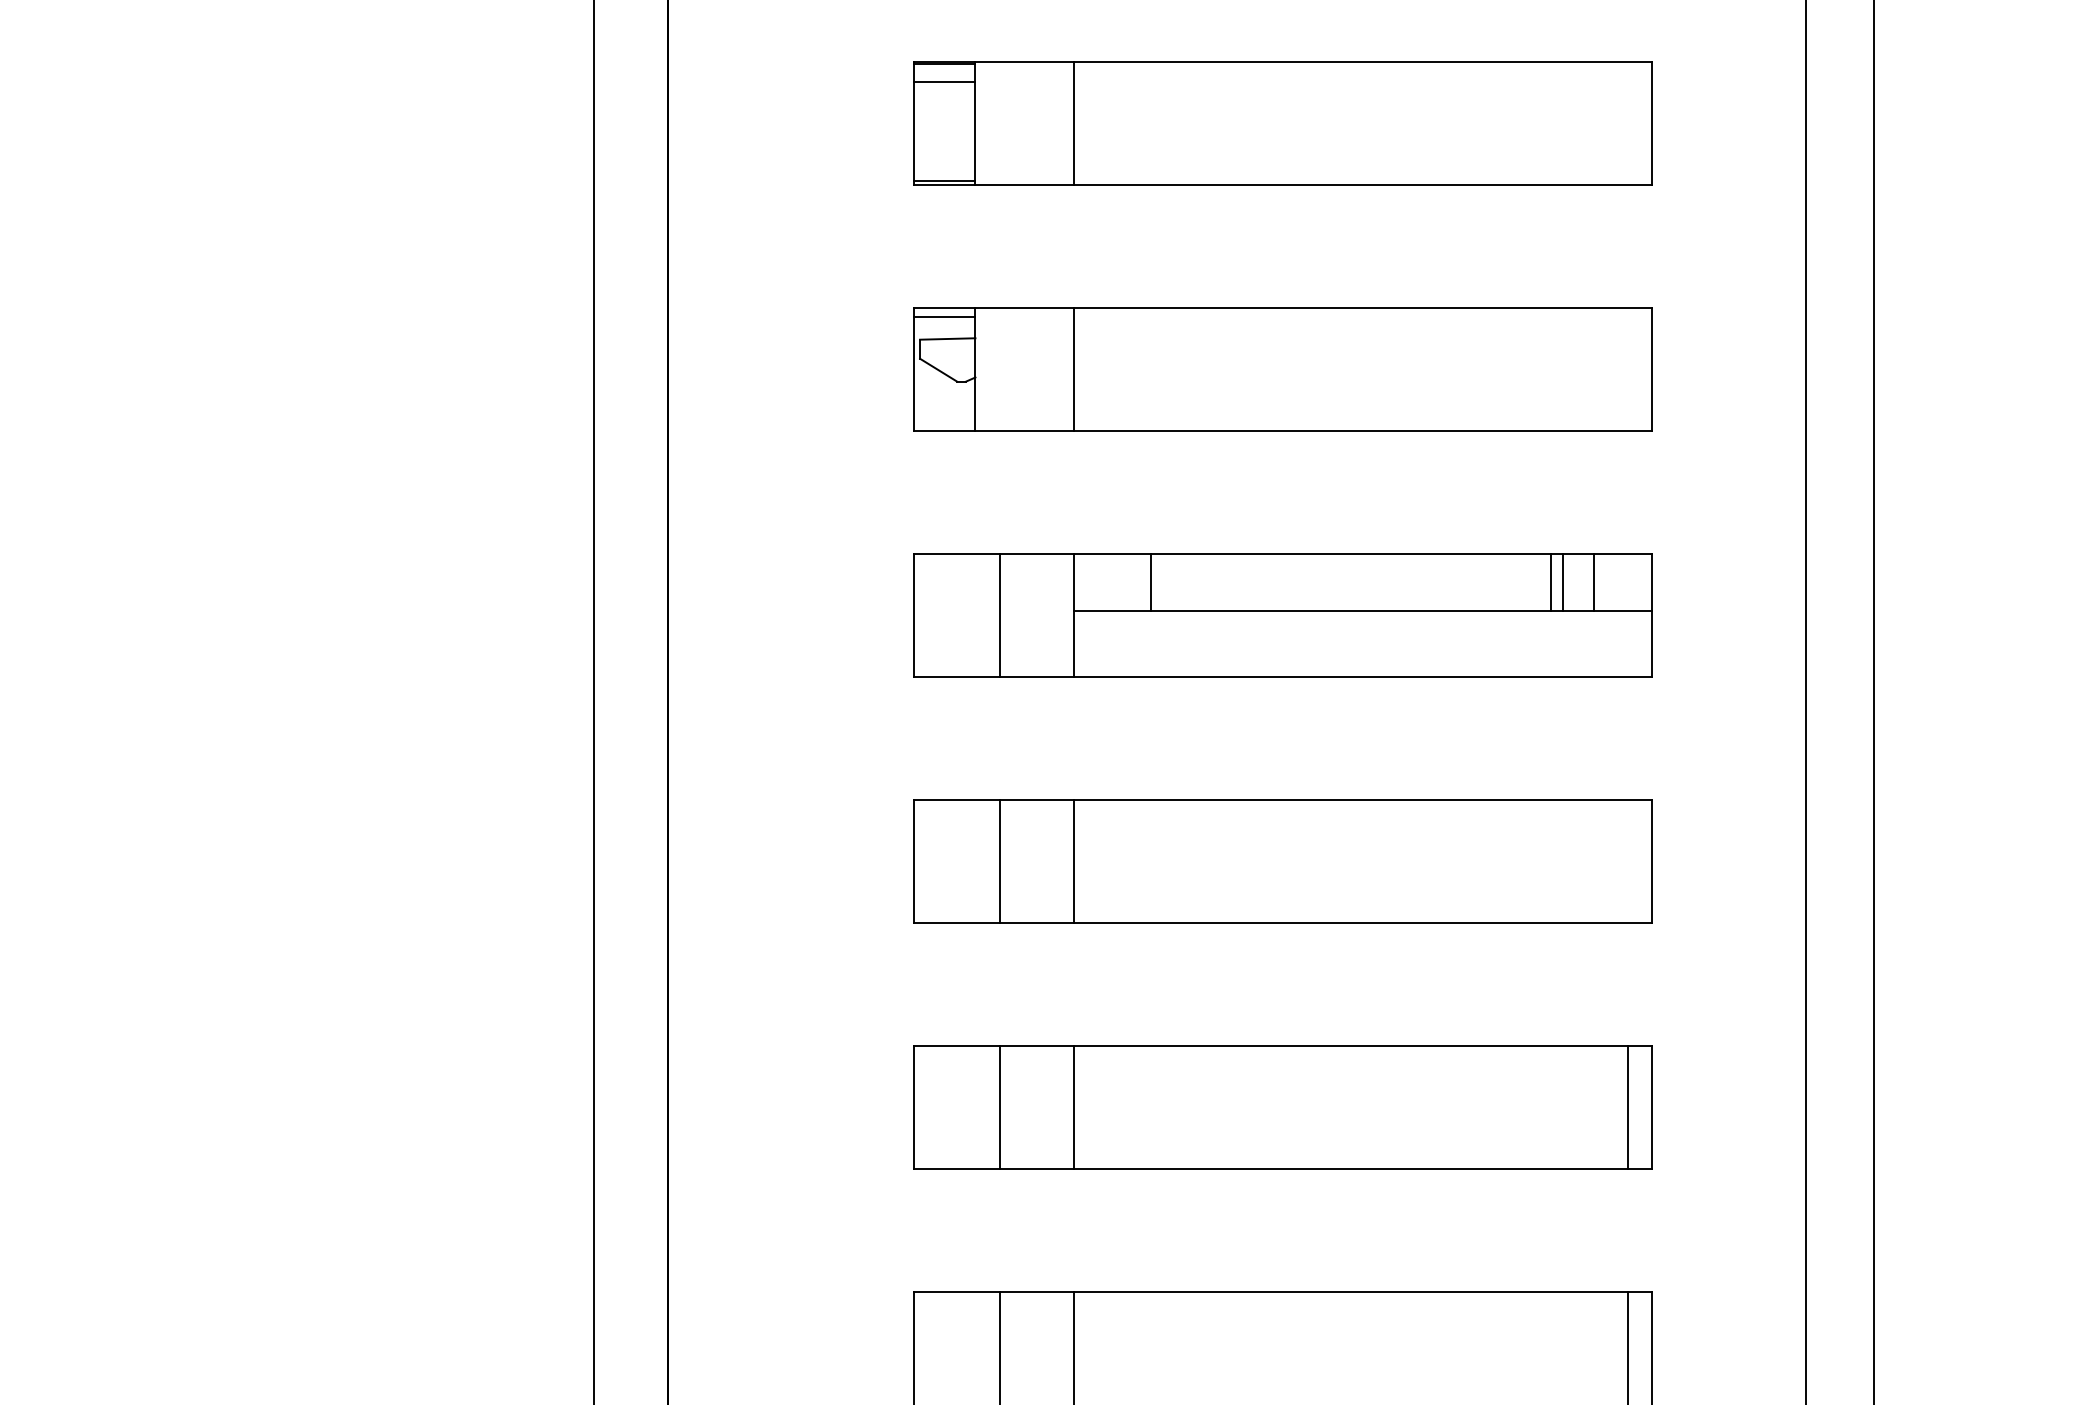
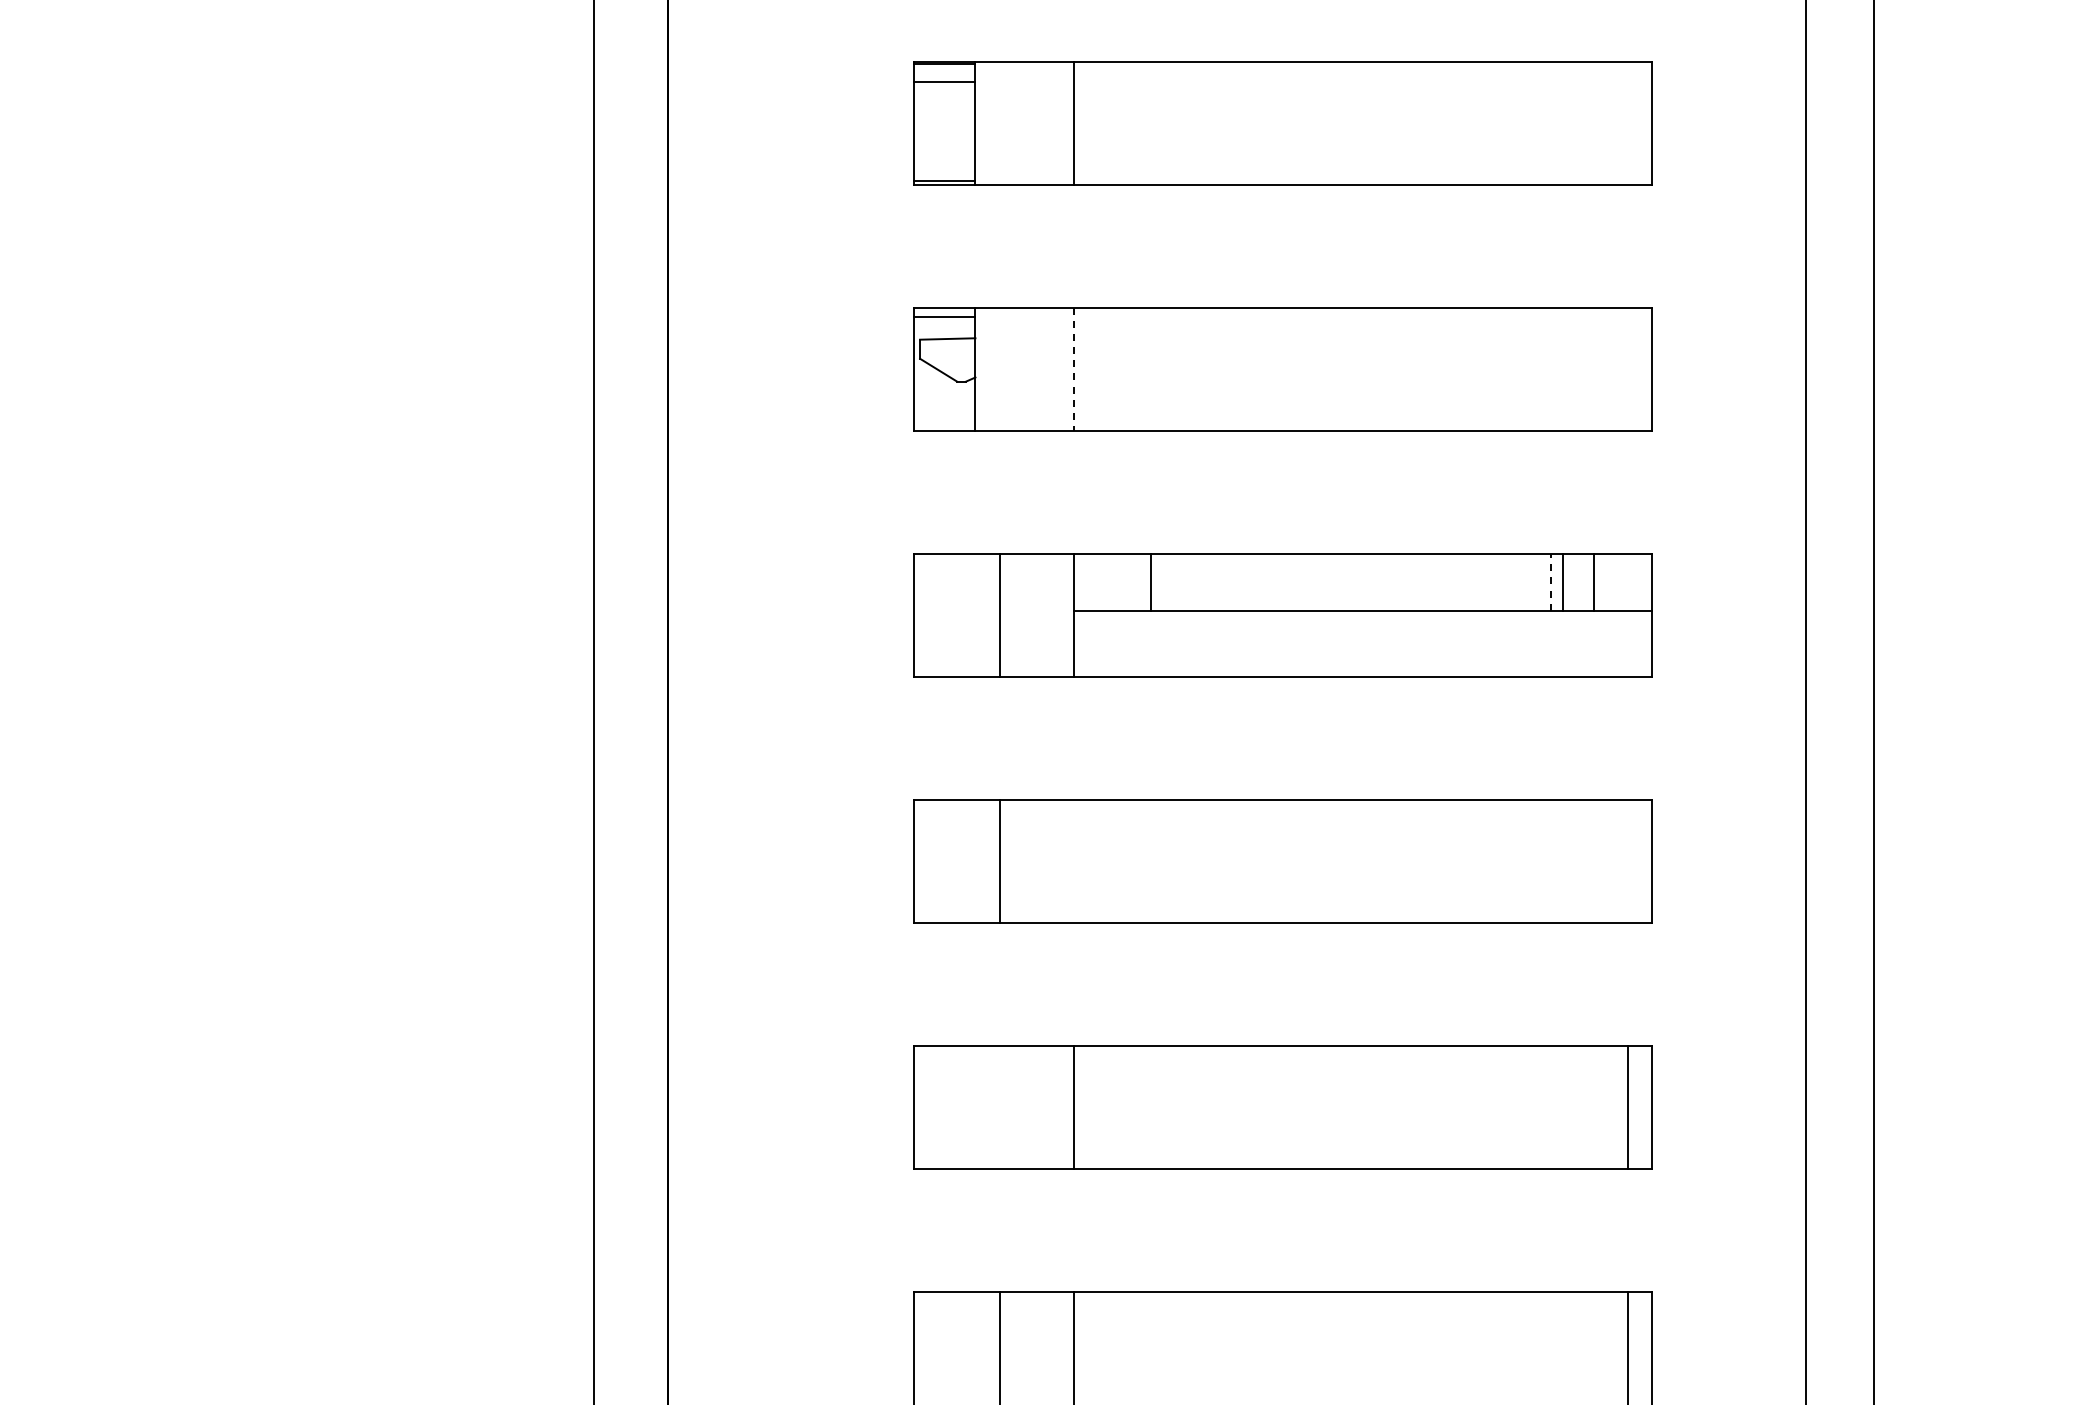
line at (1073, 369): solid -> dashed
line at (1550, 581): solid -> dashed
line at (1073, 861): present -> none
line at (1000, 1107): present -> none
